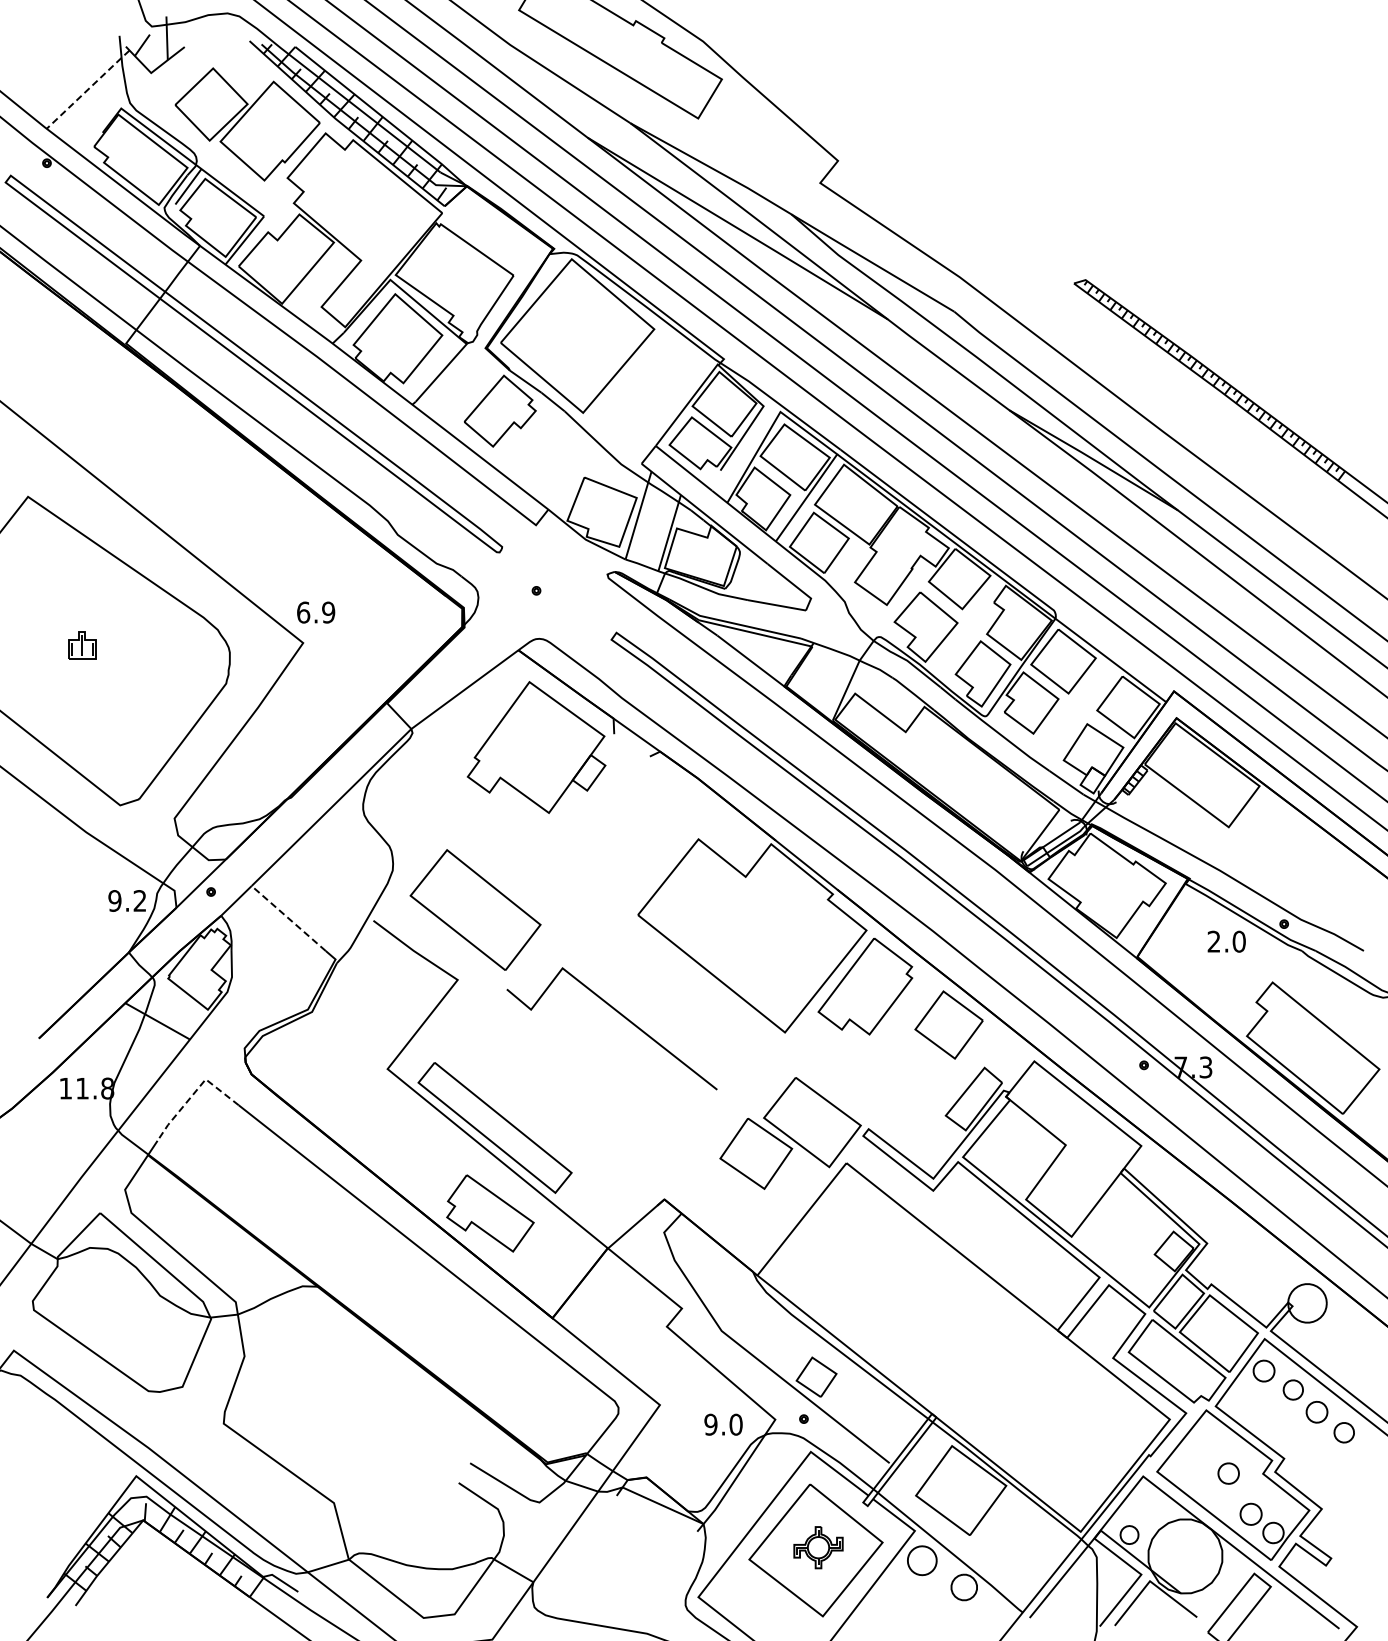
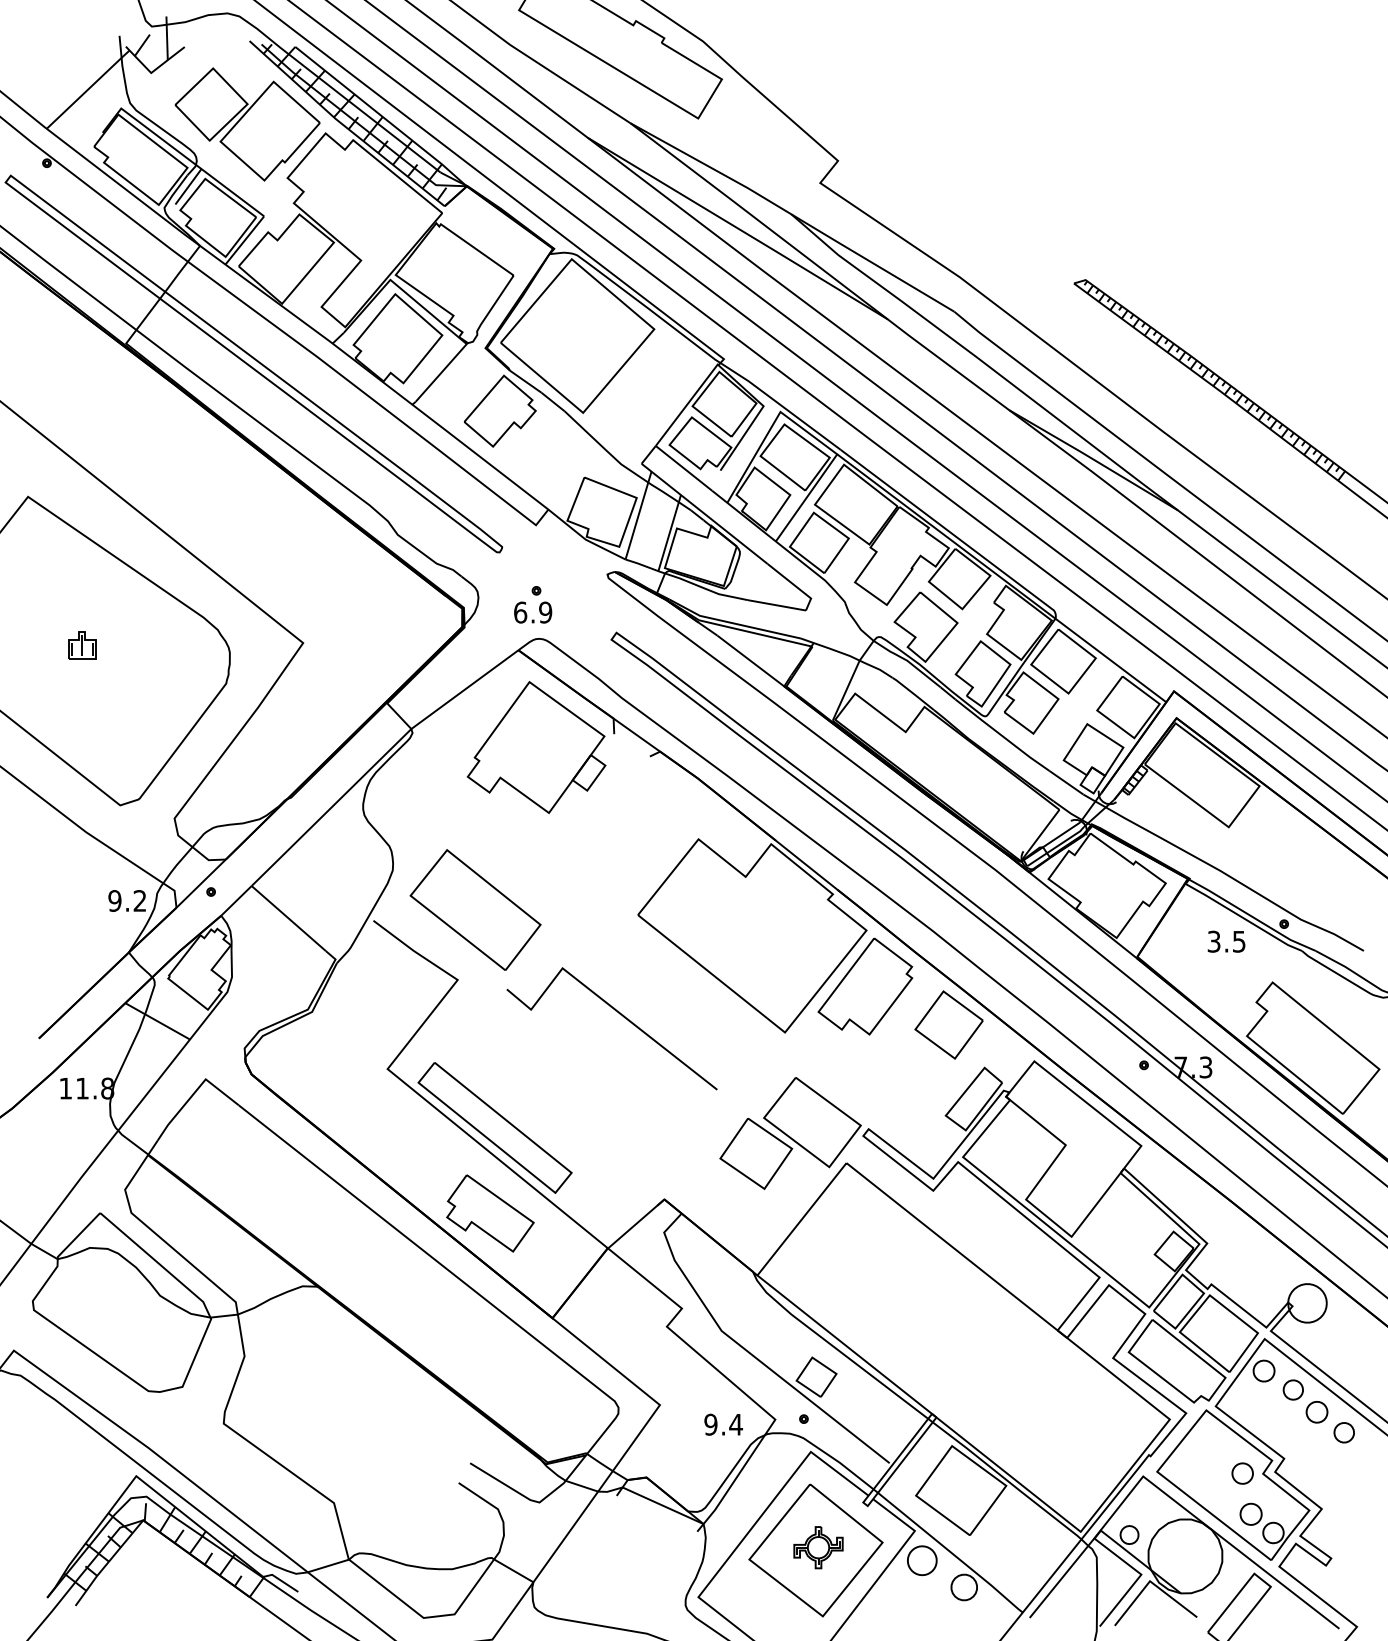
line at (88, 89): dashed -> solid
text at (316, 612) position: (316, 612) -> (533, 612)
line at (288, 918): dashed -> solid
text at (1226, 941): 2.0 -> 3.5
line at (193, 1093): dashed -> solid
text at (735, 1424): 9.0 -> 9.4
part at (1228, 1473) position: (1228, 1473) -> (1242, 1473)
